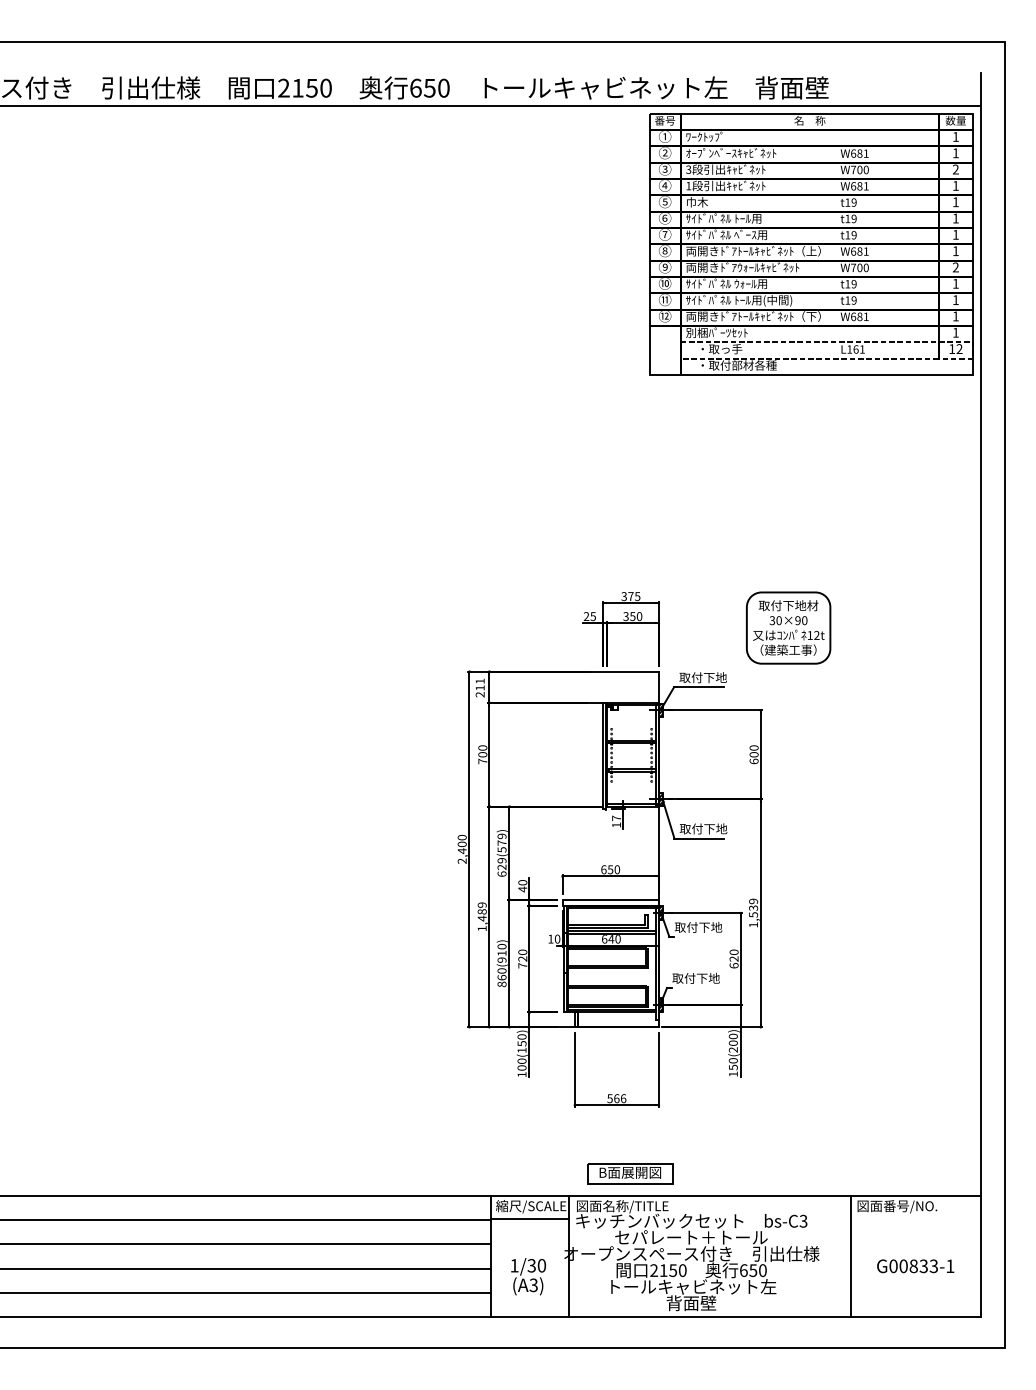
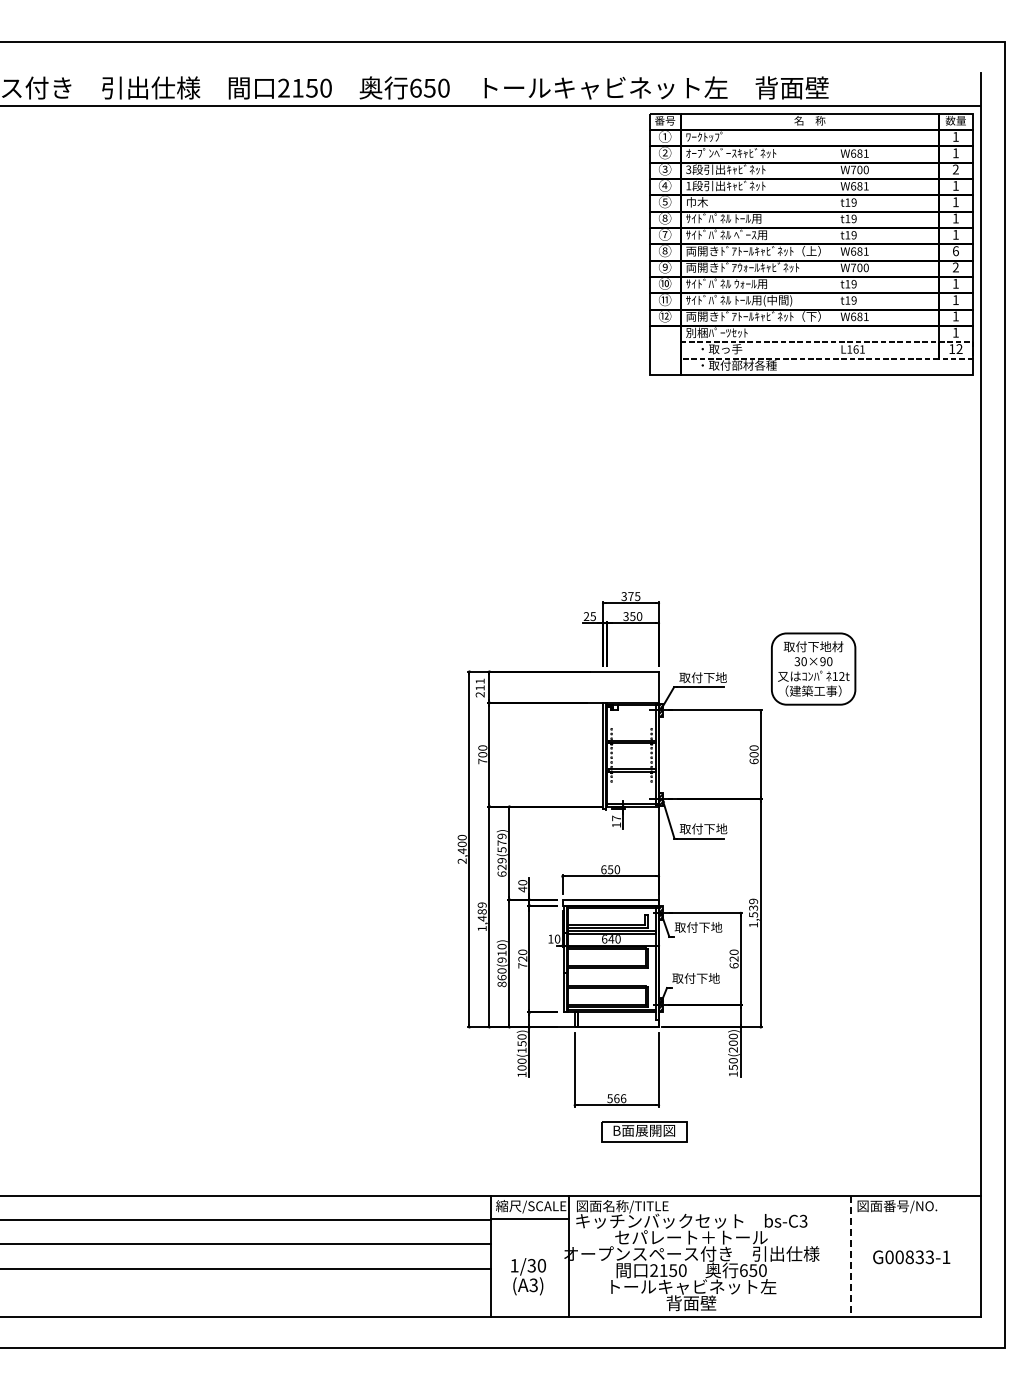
text at (664, 218): ⑥ -> ⑧
text at (955, 251): 1 -> 6
part at (788, 627) position: (788, 627) -> (813, 668)
part at (630, 1173) position: (630, 1173) -> (644, 1131)
line at (850, 1256): solid -> dashed
text at (915, 1266) position: (915, 1266) -> (911, 1257)
line at (246, 1292): present -> none
